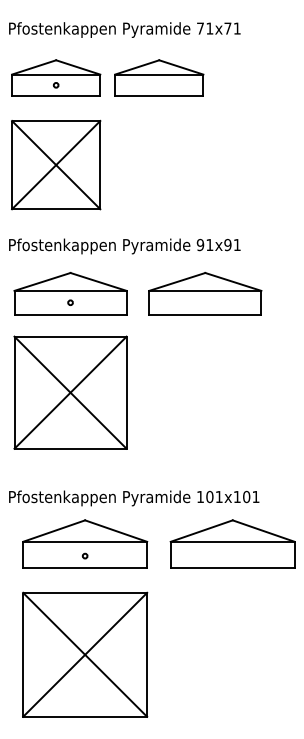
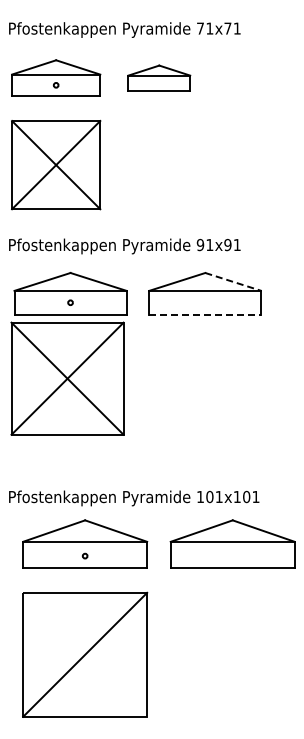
part at (159, 77) size: 91x38 px -> 65x28 px
line at (233, 282): solid -> dashed
line at (205, 314): solid -> dashed
part at (70, 392) position: (70, 392) -> (67, 378)
line at (85, 654): present -> none
